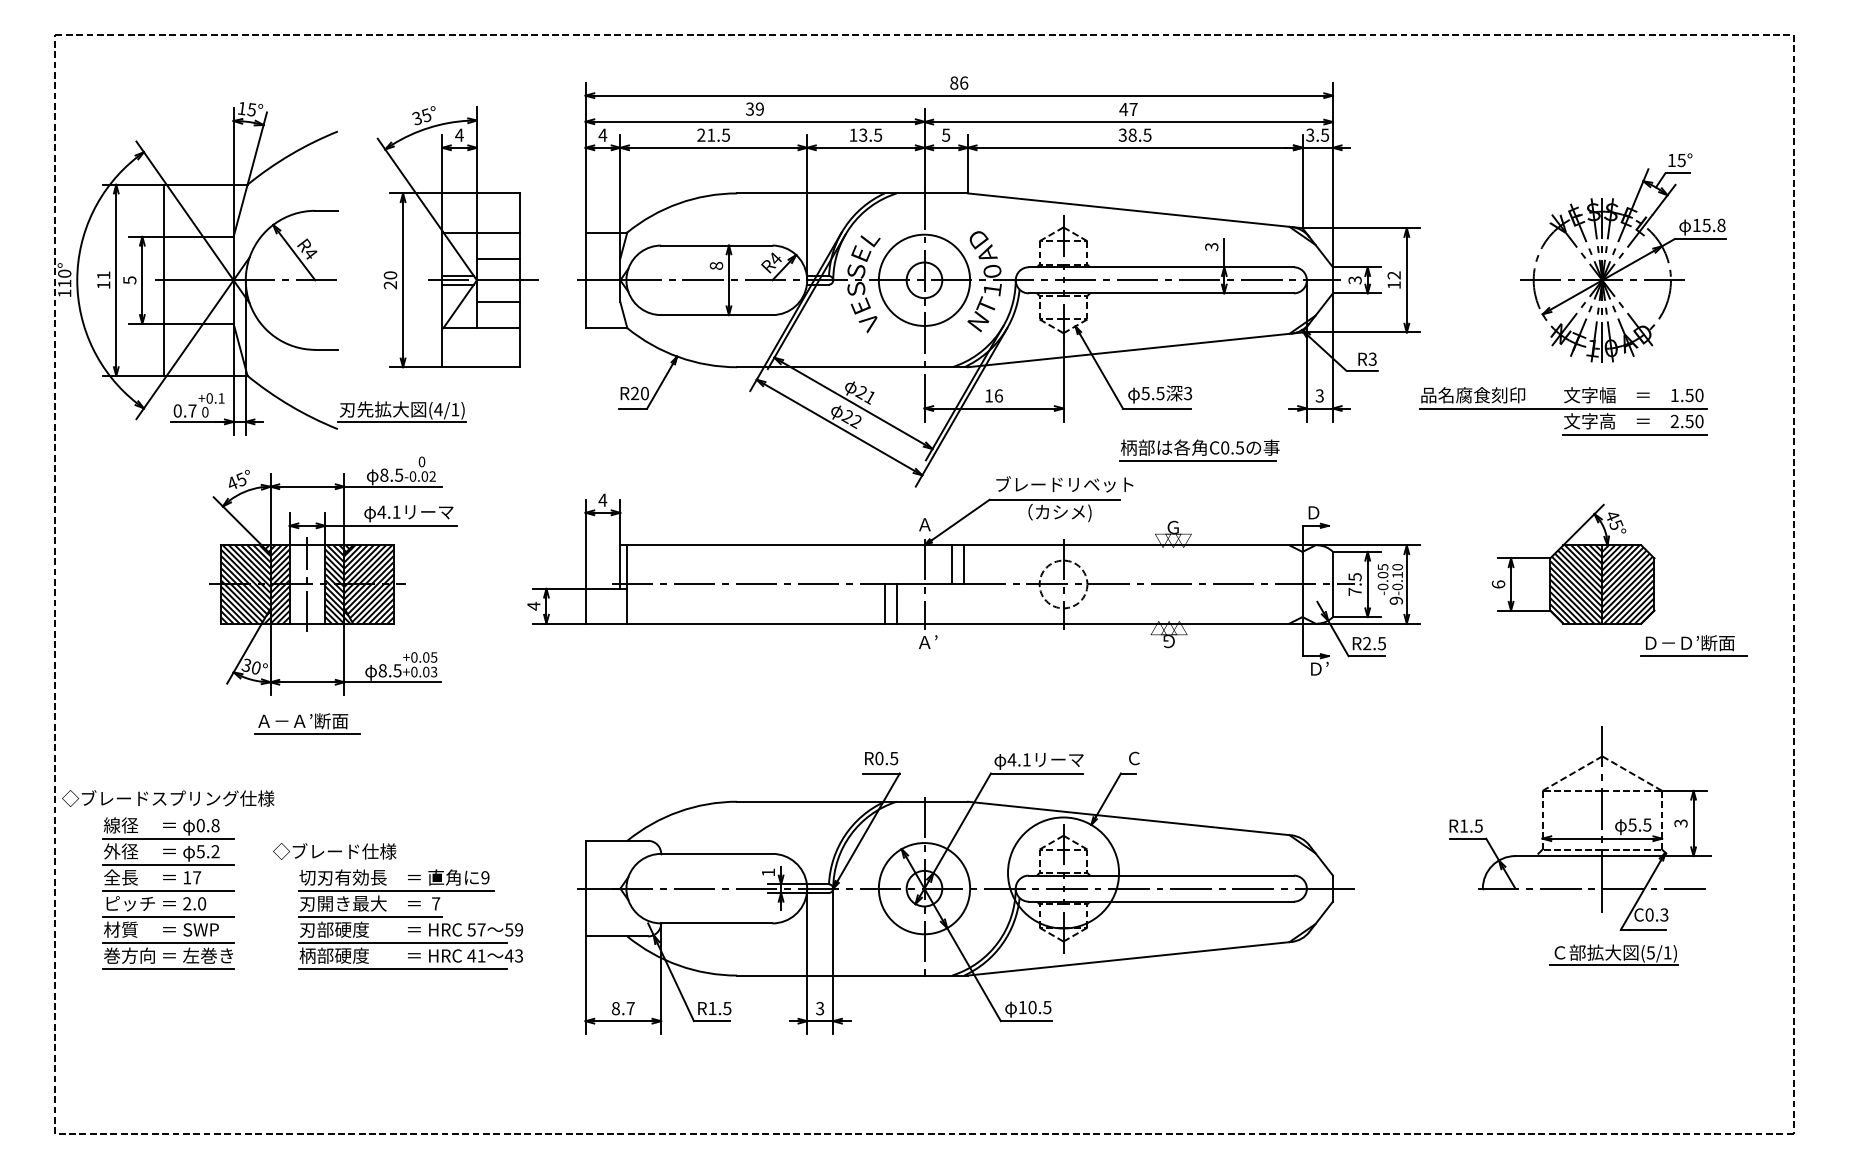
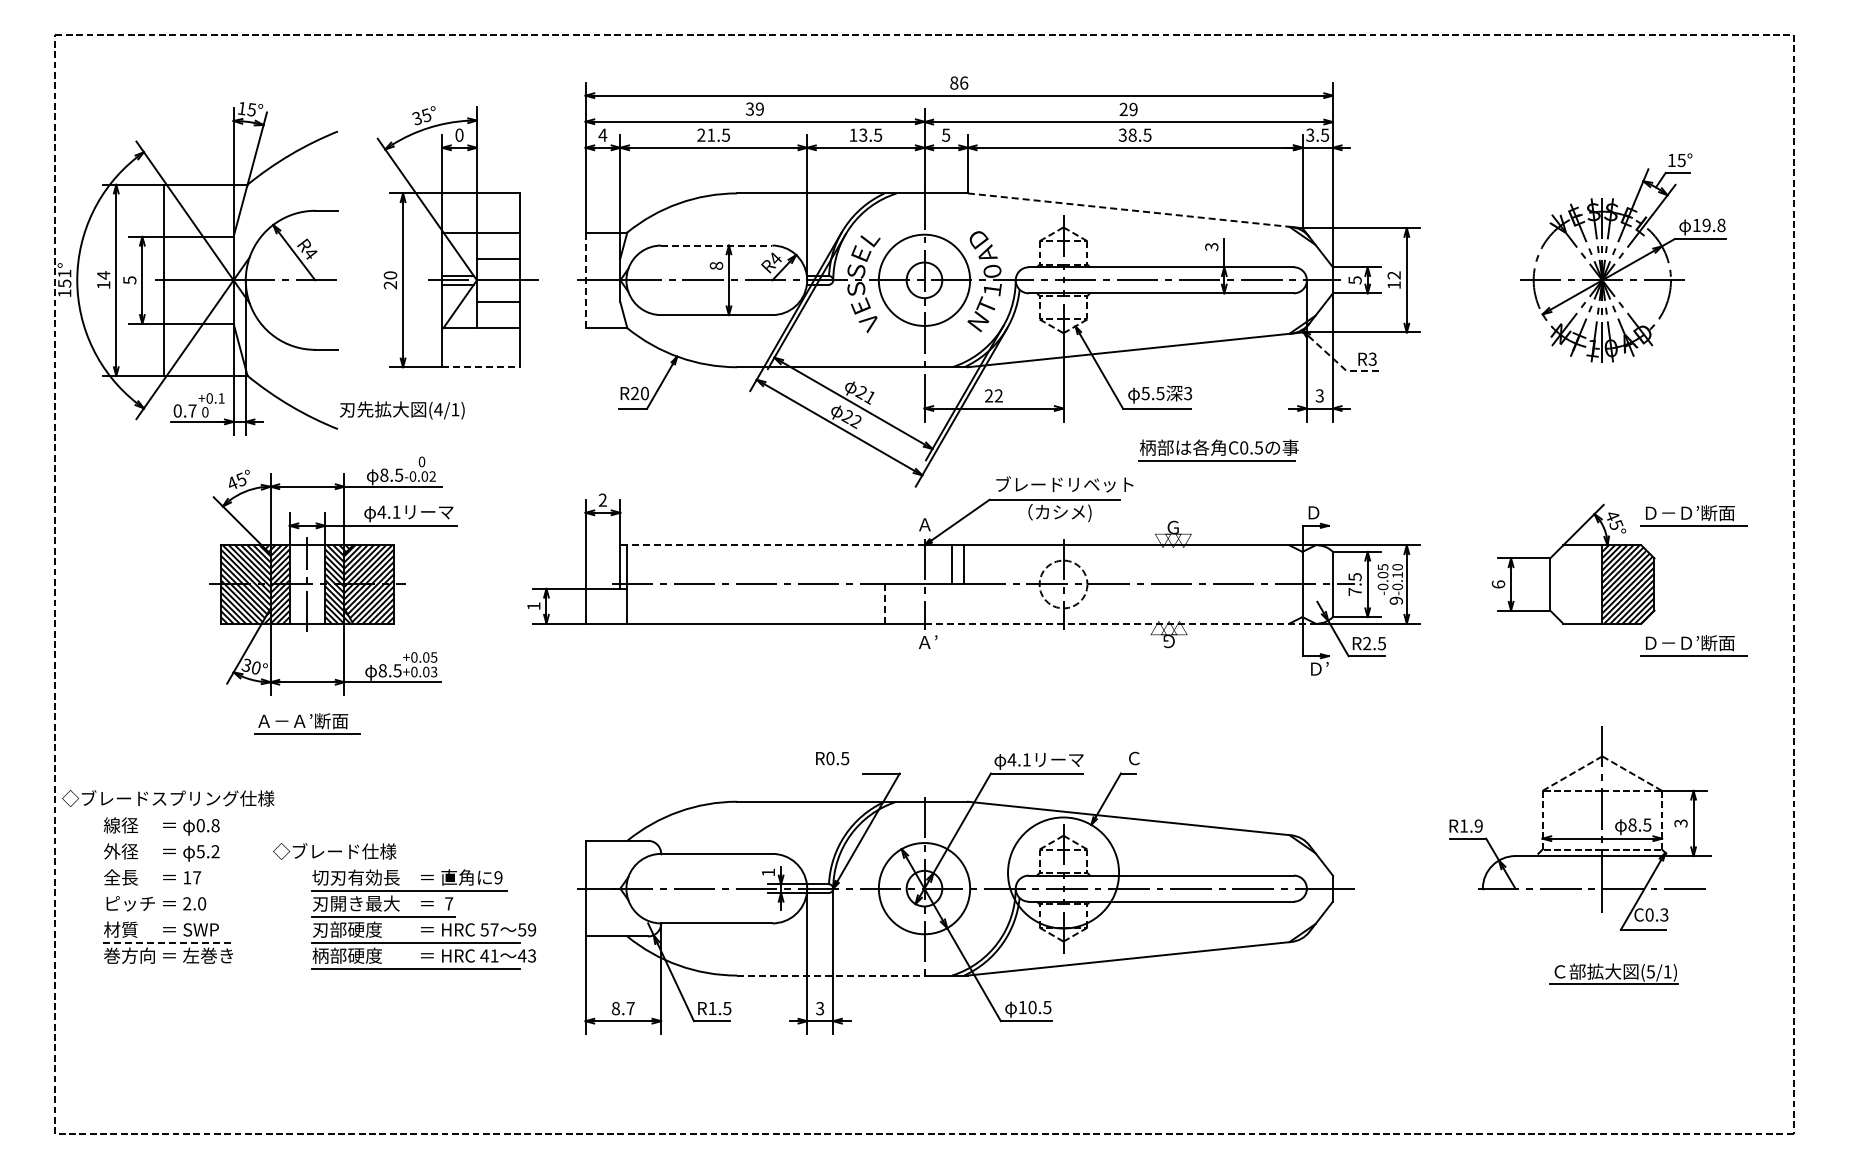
text at (1128, 109): 47 -> 29
text at (459, 134): 4 -> 0
line at (1129, 210): solid -> dashed
text at (1706, 224): 15.8 -> 19.8
line at (716, 245): solid -> dashed
text at (103, 275): 11 -> 14
text at (64, 278): 110° -> 151°
text at (1354, 279): 3 -> 5
line at (585, 280): solid -> dashed
line at (1339, 364): solid -> dashed
line at (481, 367): solid -> dashed
text at (994, 395): 16 -> 22
part at (1563, 411): present -> none
line at (401, 421): present -> none
part at (1199, 450) position: (1199, 450) -> (1218, 450)
text at (602, 499): 4 -> 2
part at (1693, 515): none -> present
line at (771, 545): solid -> dashed
hatch at (1576, 584): present -> none
line at (896, 603): present -> none
line at (884, 604): solid -> dashed
text at (533, 605): 4 -> 1
line at (1120, 623): solid -> dashed
text at (881, 758) position: (881, 758) -> (832, 758)
text at (1632, 824): 5.5 -> 8.5
text at (1478, 825): R1.5 -> R1.9
line at (168, 838): present -> none
line at (168, 864): present -> none
line at (168, 890): present -> none
line at (168, 916): present -> none
part at (410, 919) position: (410, 919) -> (423, 919)
line at (168, 942): solid -> dashed
part at (1613, 954) position: (1613, 954) -> (1613, 973)
line at (168, 969): present -> none
line at (830, 975): solid -> dashed
